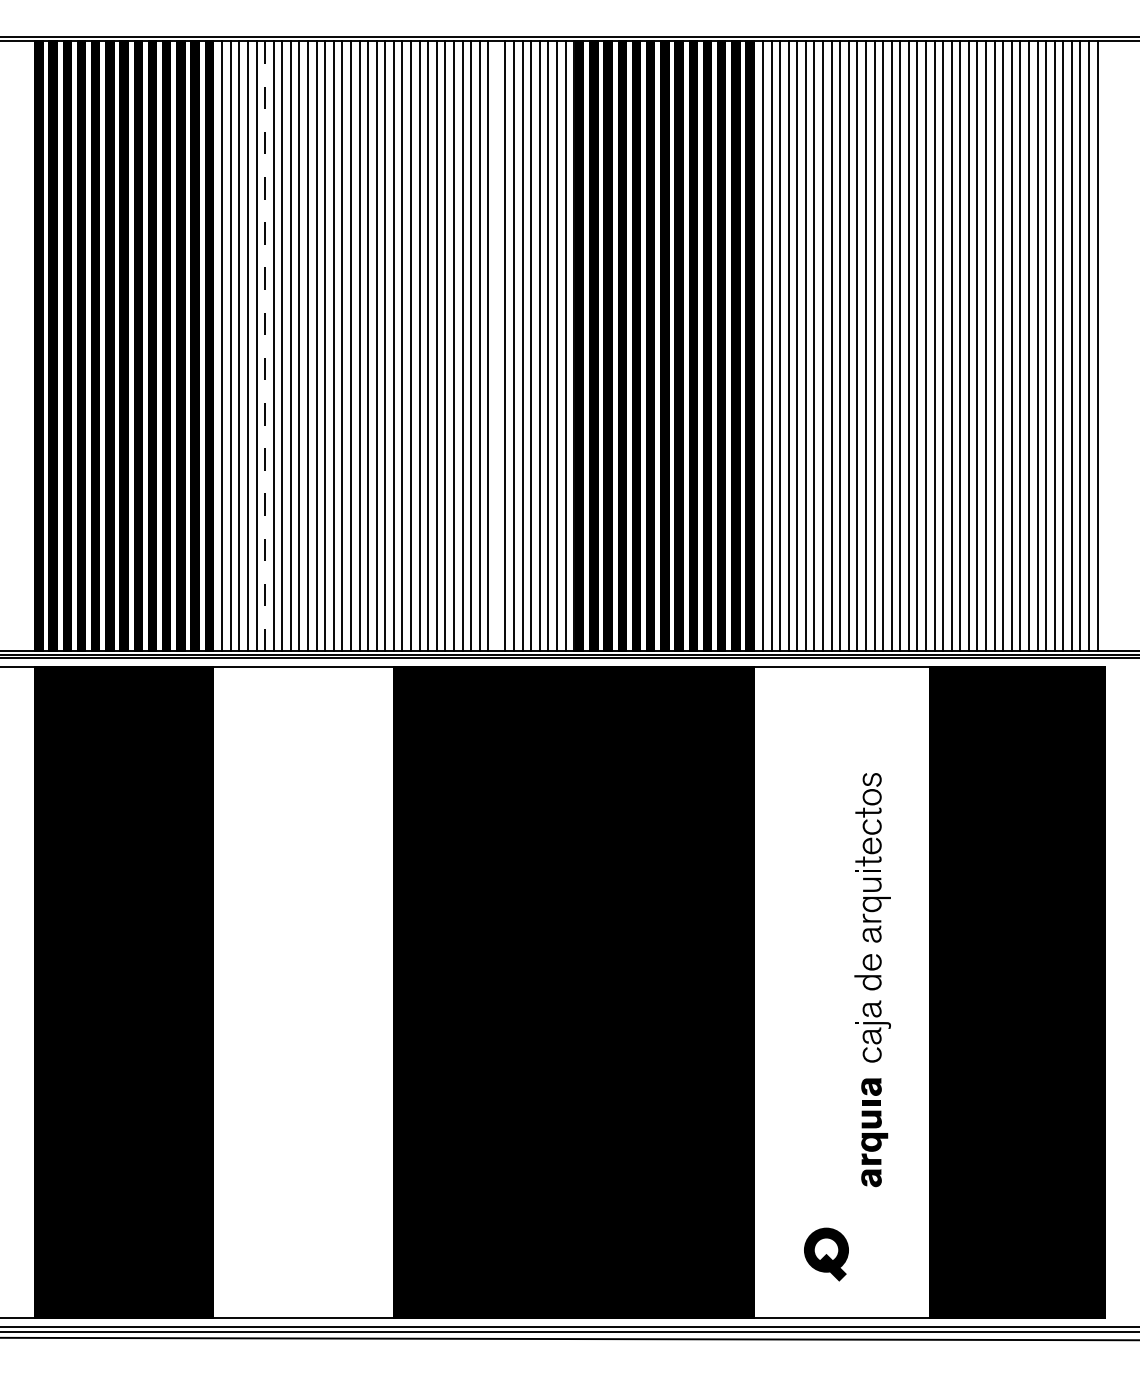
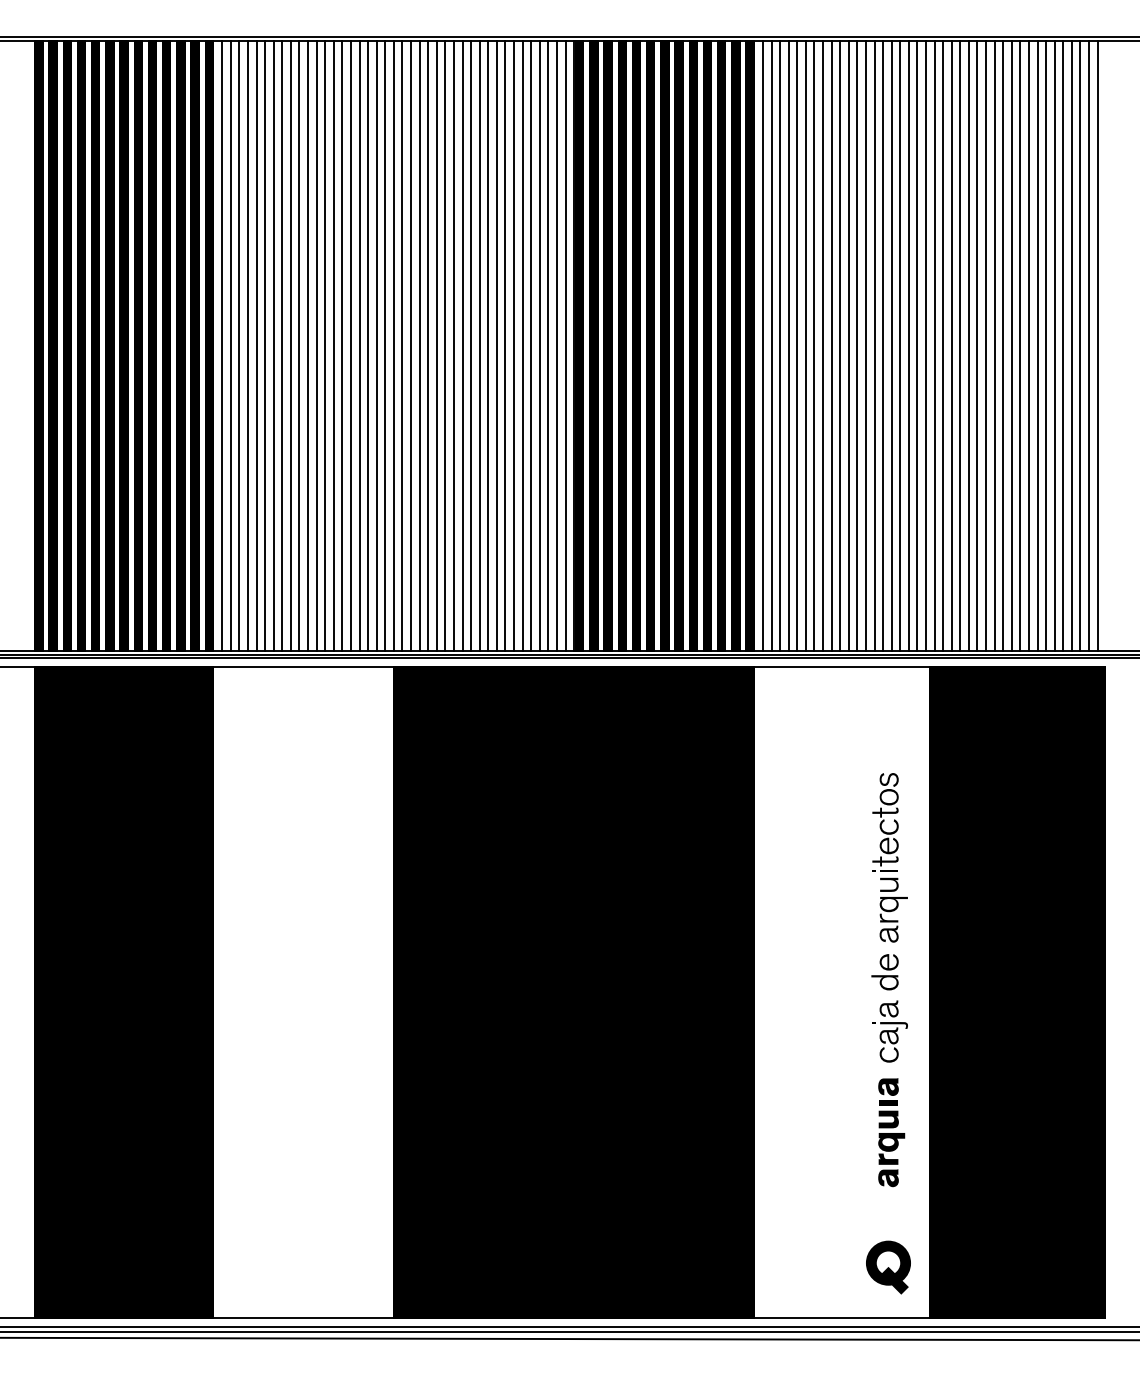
line at (265, 346): dashed -> solid
line at (496, 346): none -> present
part at (872, 980) position: (872, 980) -> (889, 980)
part at (826, 1254) position: (826, 1254) -> (888, 1267)
